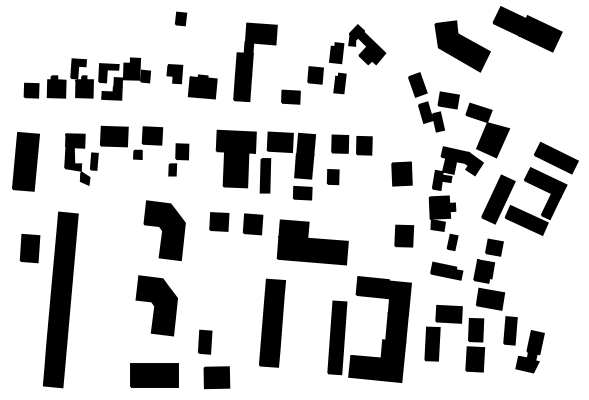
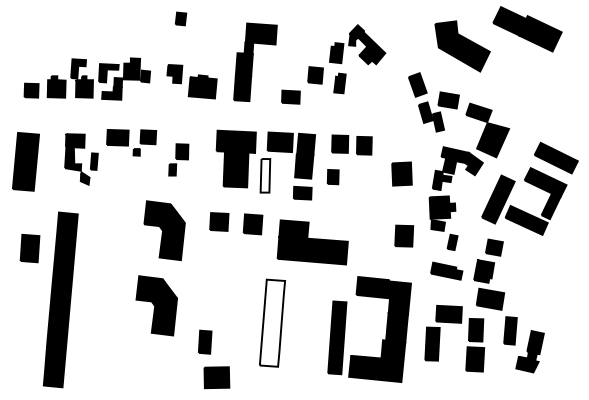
part at (131, 142) size: 64x35 px -> 52x28 px
fill at (265, 175): present -> none
fill at (272, 322): present -> none
part at (154, 375): present -> none
